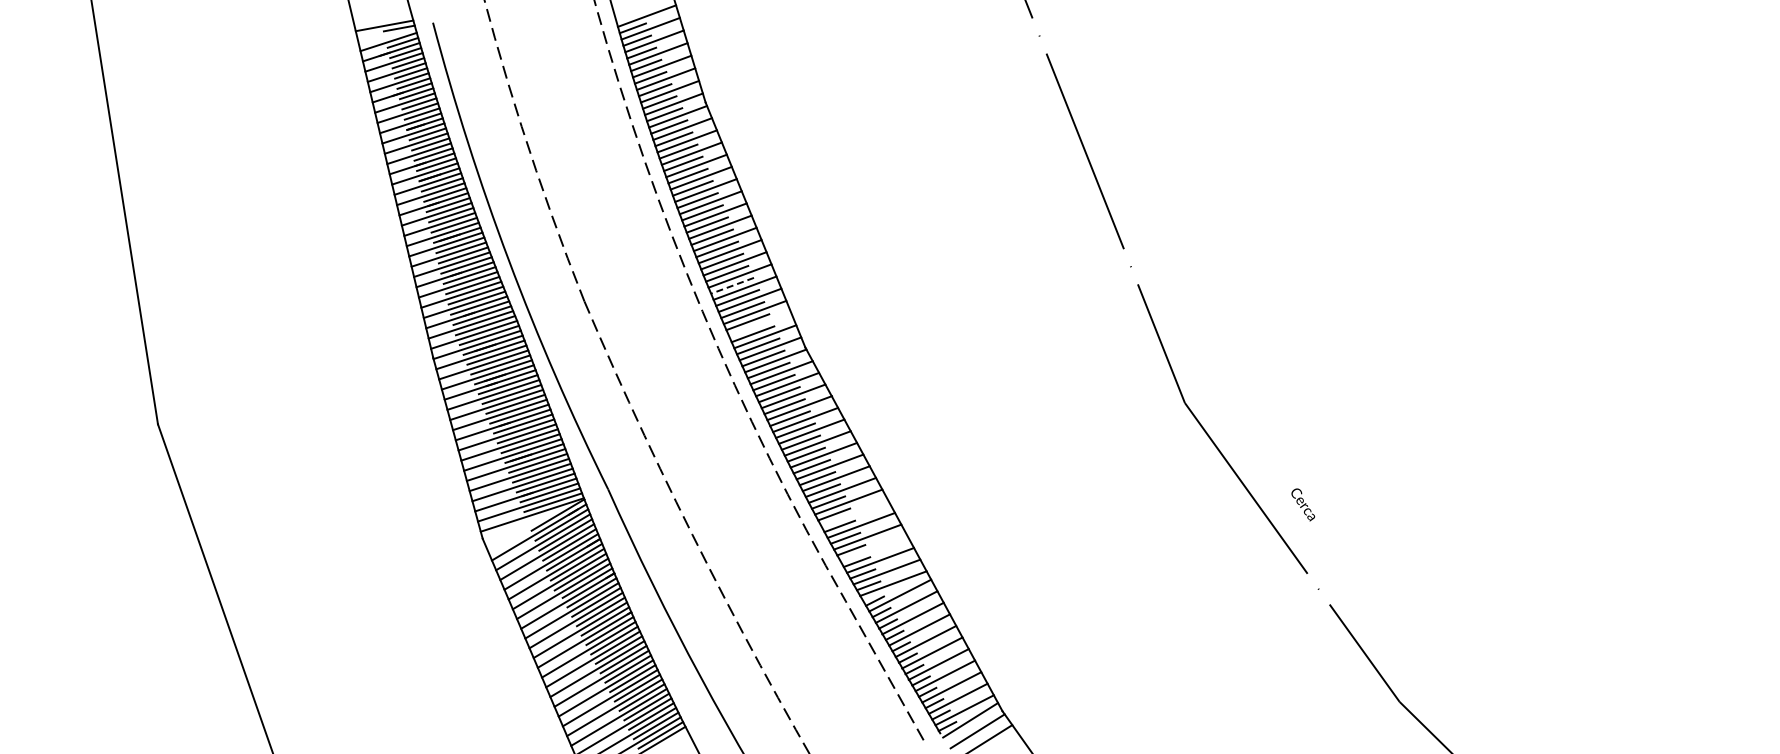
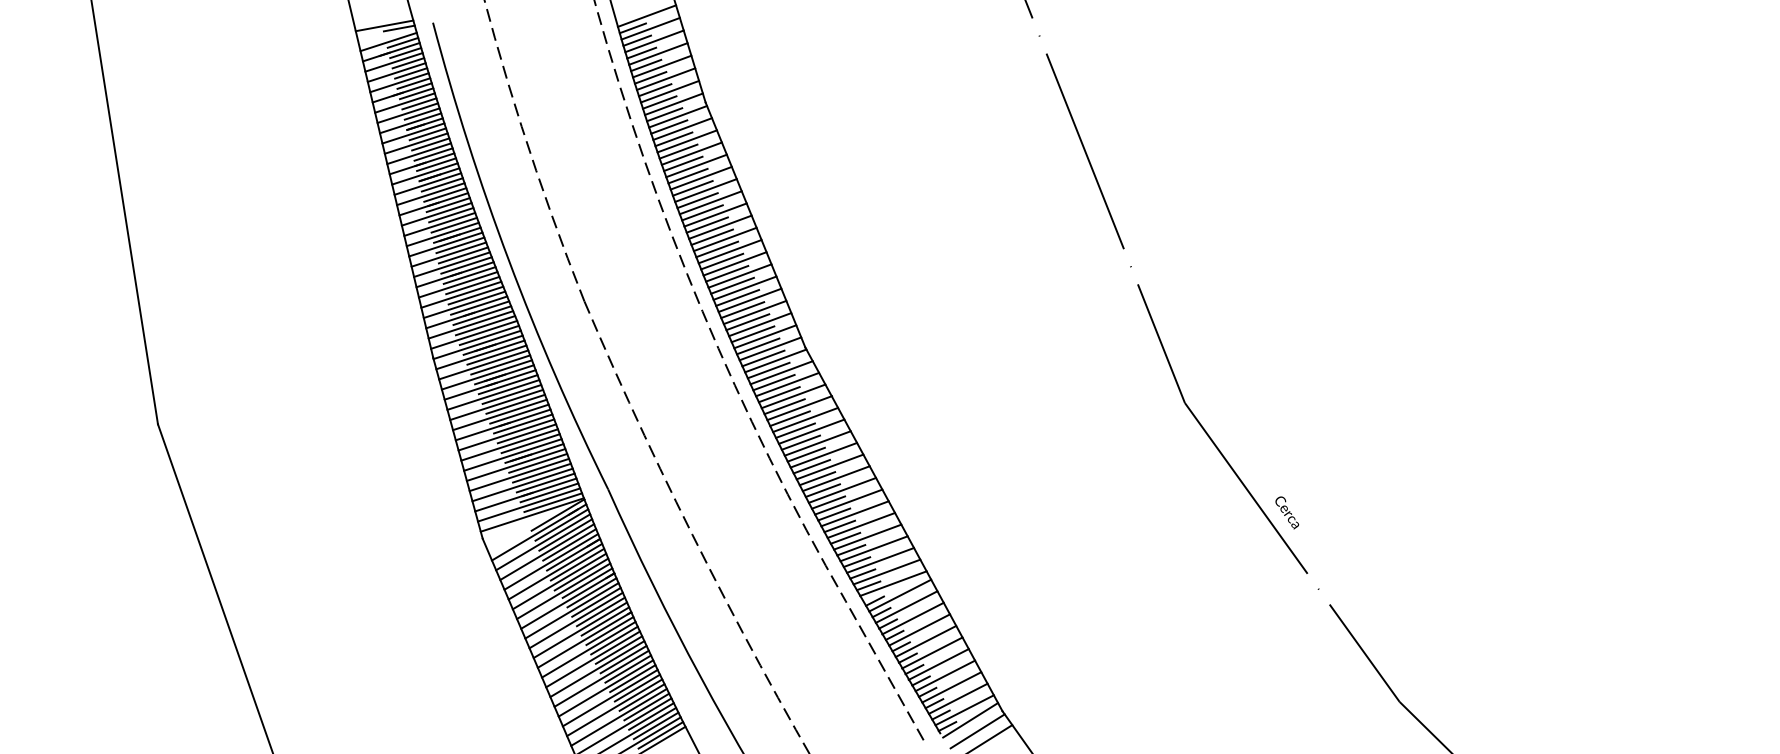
line at (732, 285): dashed -> solid
line at (760, 324): none -> present
text at (1303, 504) position: (1303, 504) -> (1287, 512)
line at (854, 513): none -> present
line at (873, 548): none -> present
